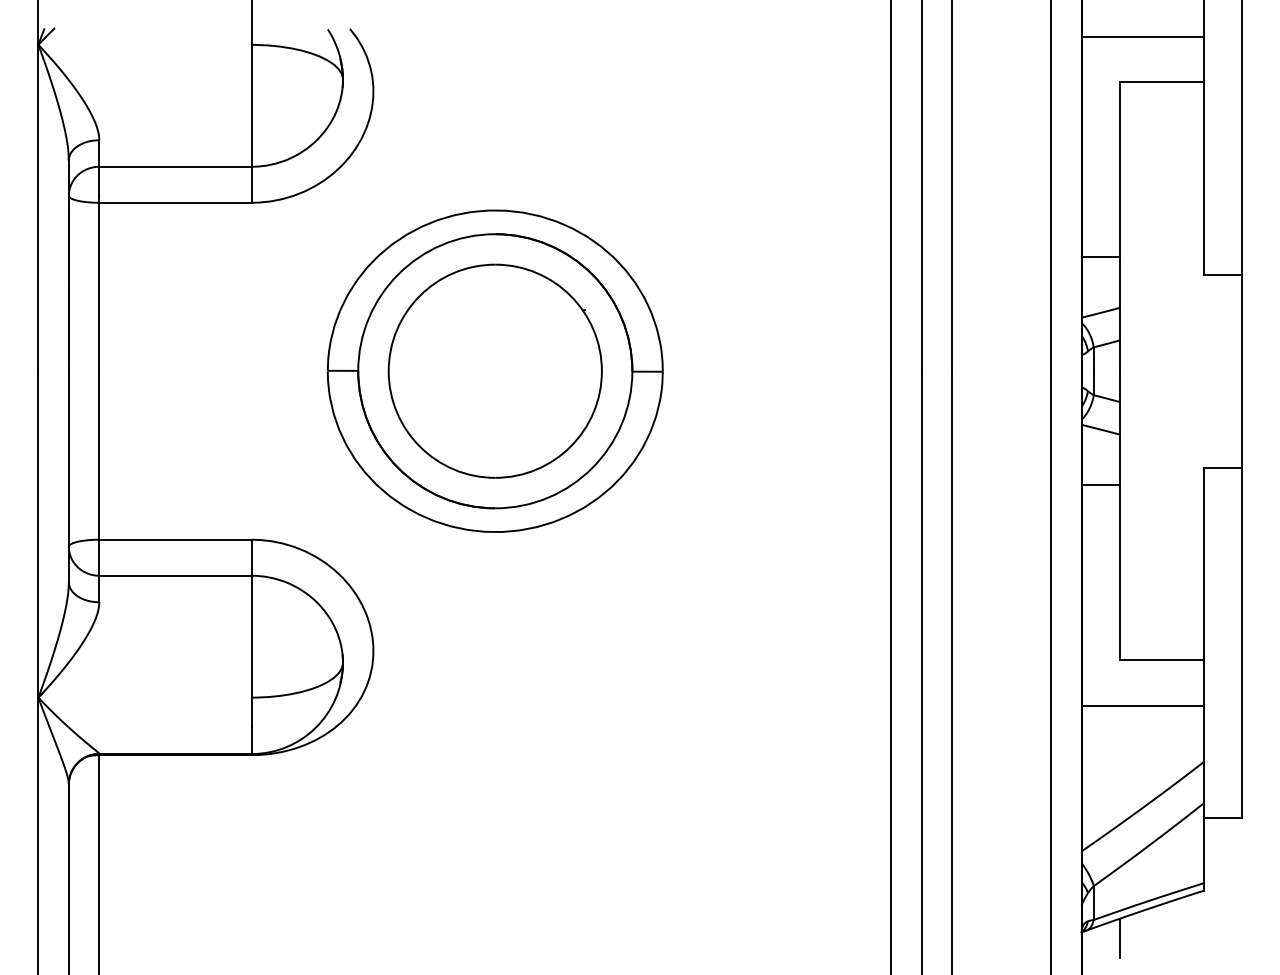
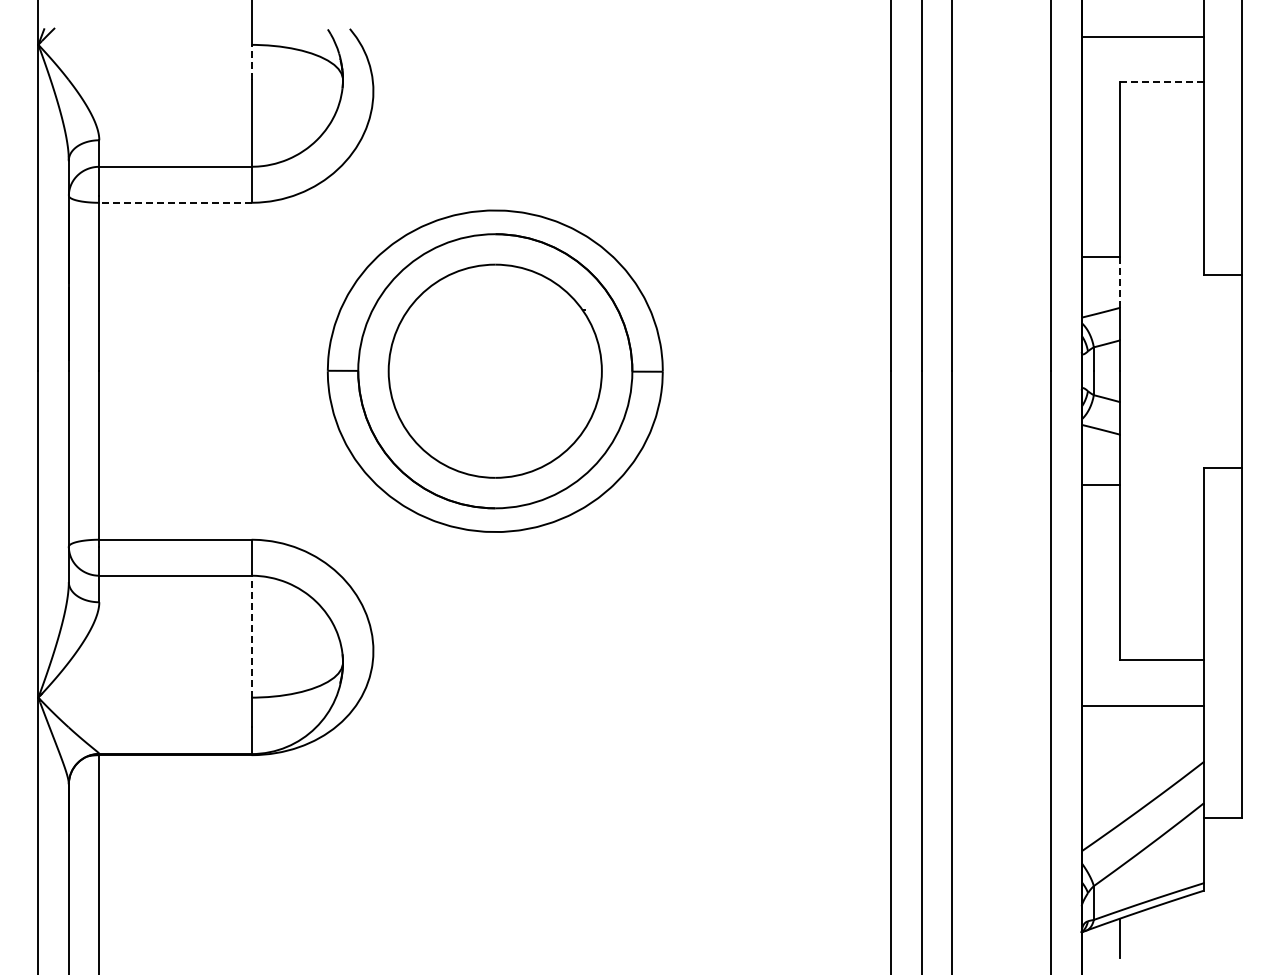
line at (251, 61): solid -> dashed
line at (1161, 82): solid -> dashed
line at (174, 202): solid -> dashed
line at (1119, 282): solid -> dashed
line at (251, 636): solid -> dashed
